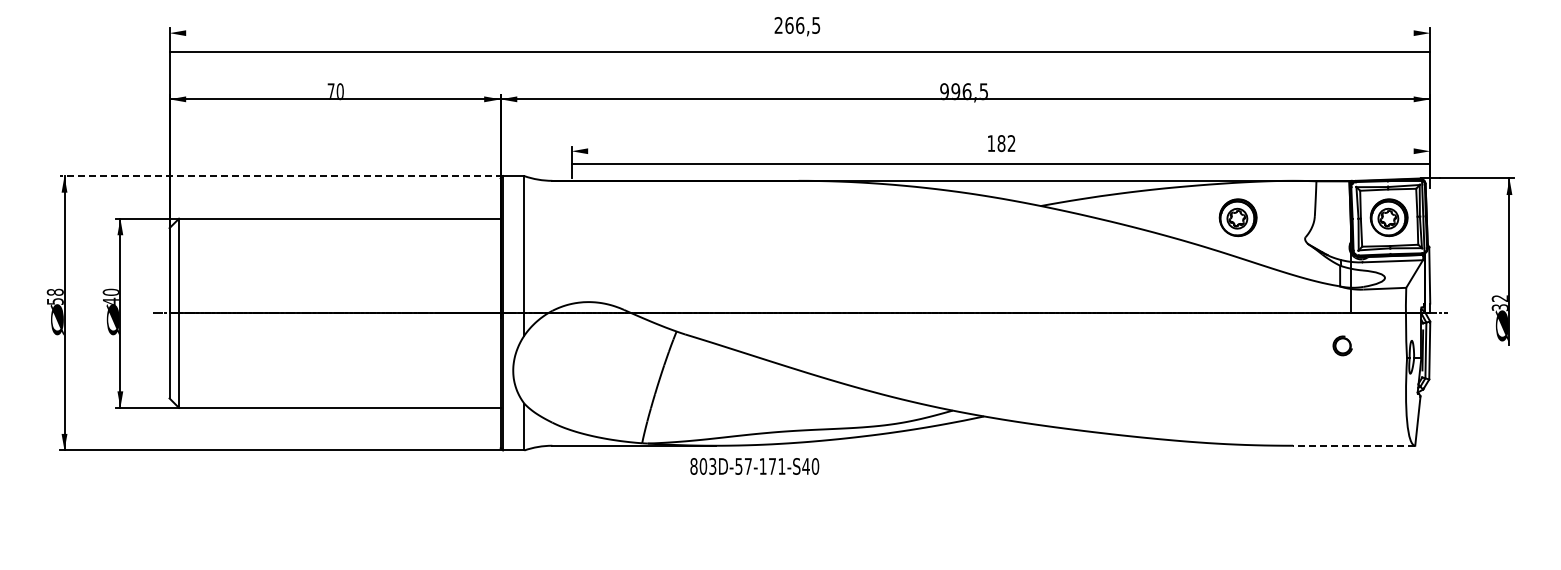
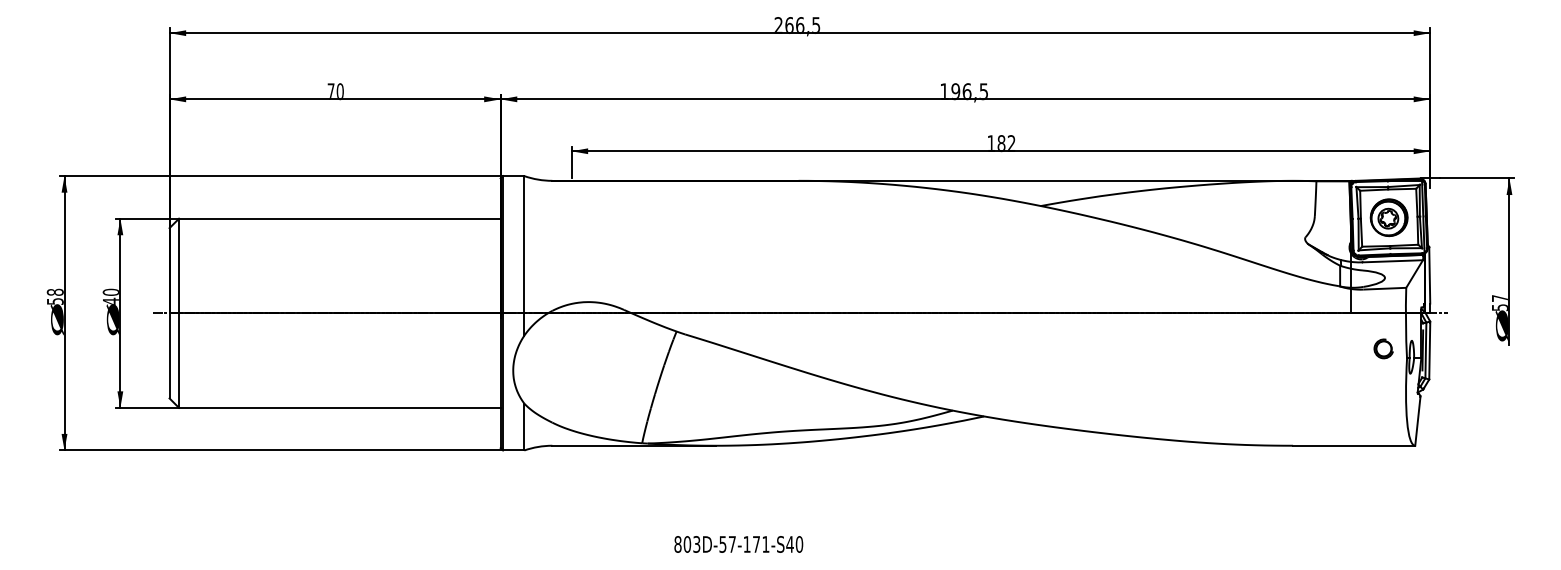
line at (799, 52) position: (799, 52) -> (799, 33)
text at (944, 91): 996,5 -> 196,5
line at (1000, 164) position: (1000, 164) -> (1000, 151)
line at (281, 176): dashed -> solid
part at (1237, 217): present -> none
text at (1499, 302): 32 -> 57
part at (1342, 345) position: (1342, 345) -> (1383, 348)
line at (1353, 445): dashed -> solid
text at (754, 466) position: (754, 466) -> (738, 544)
